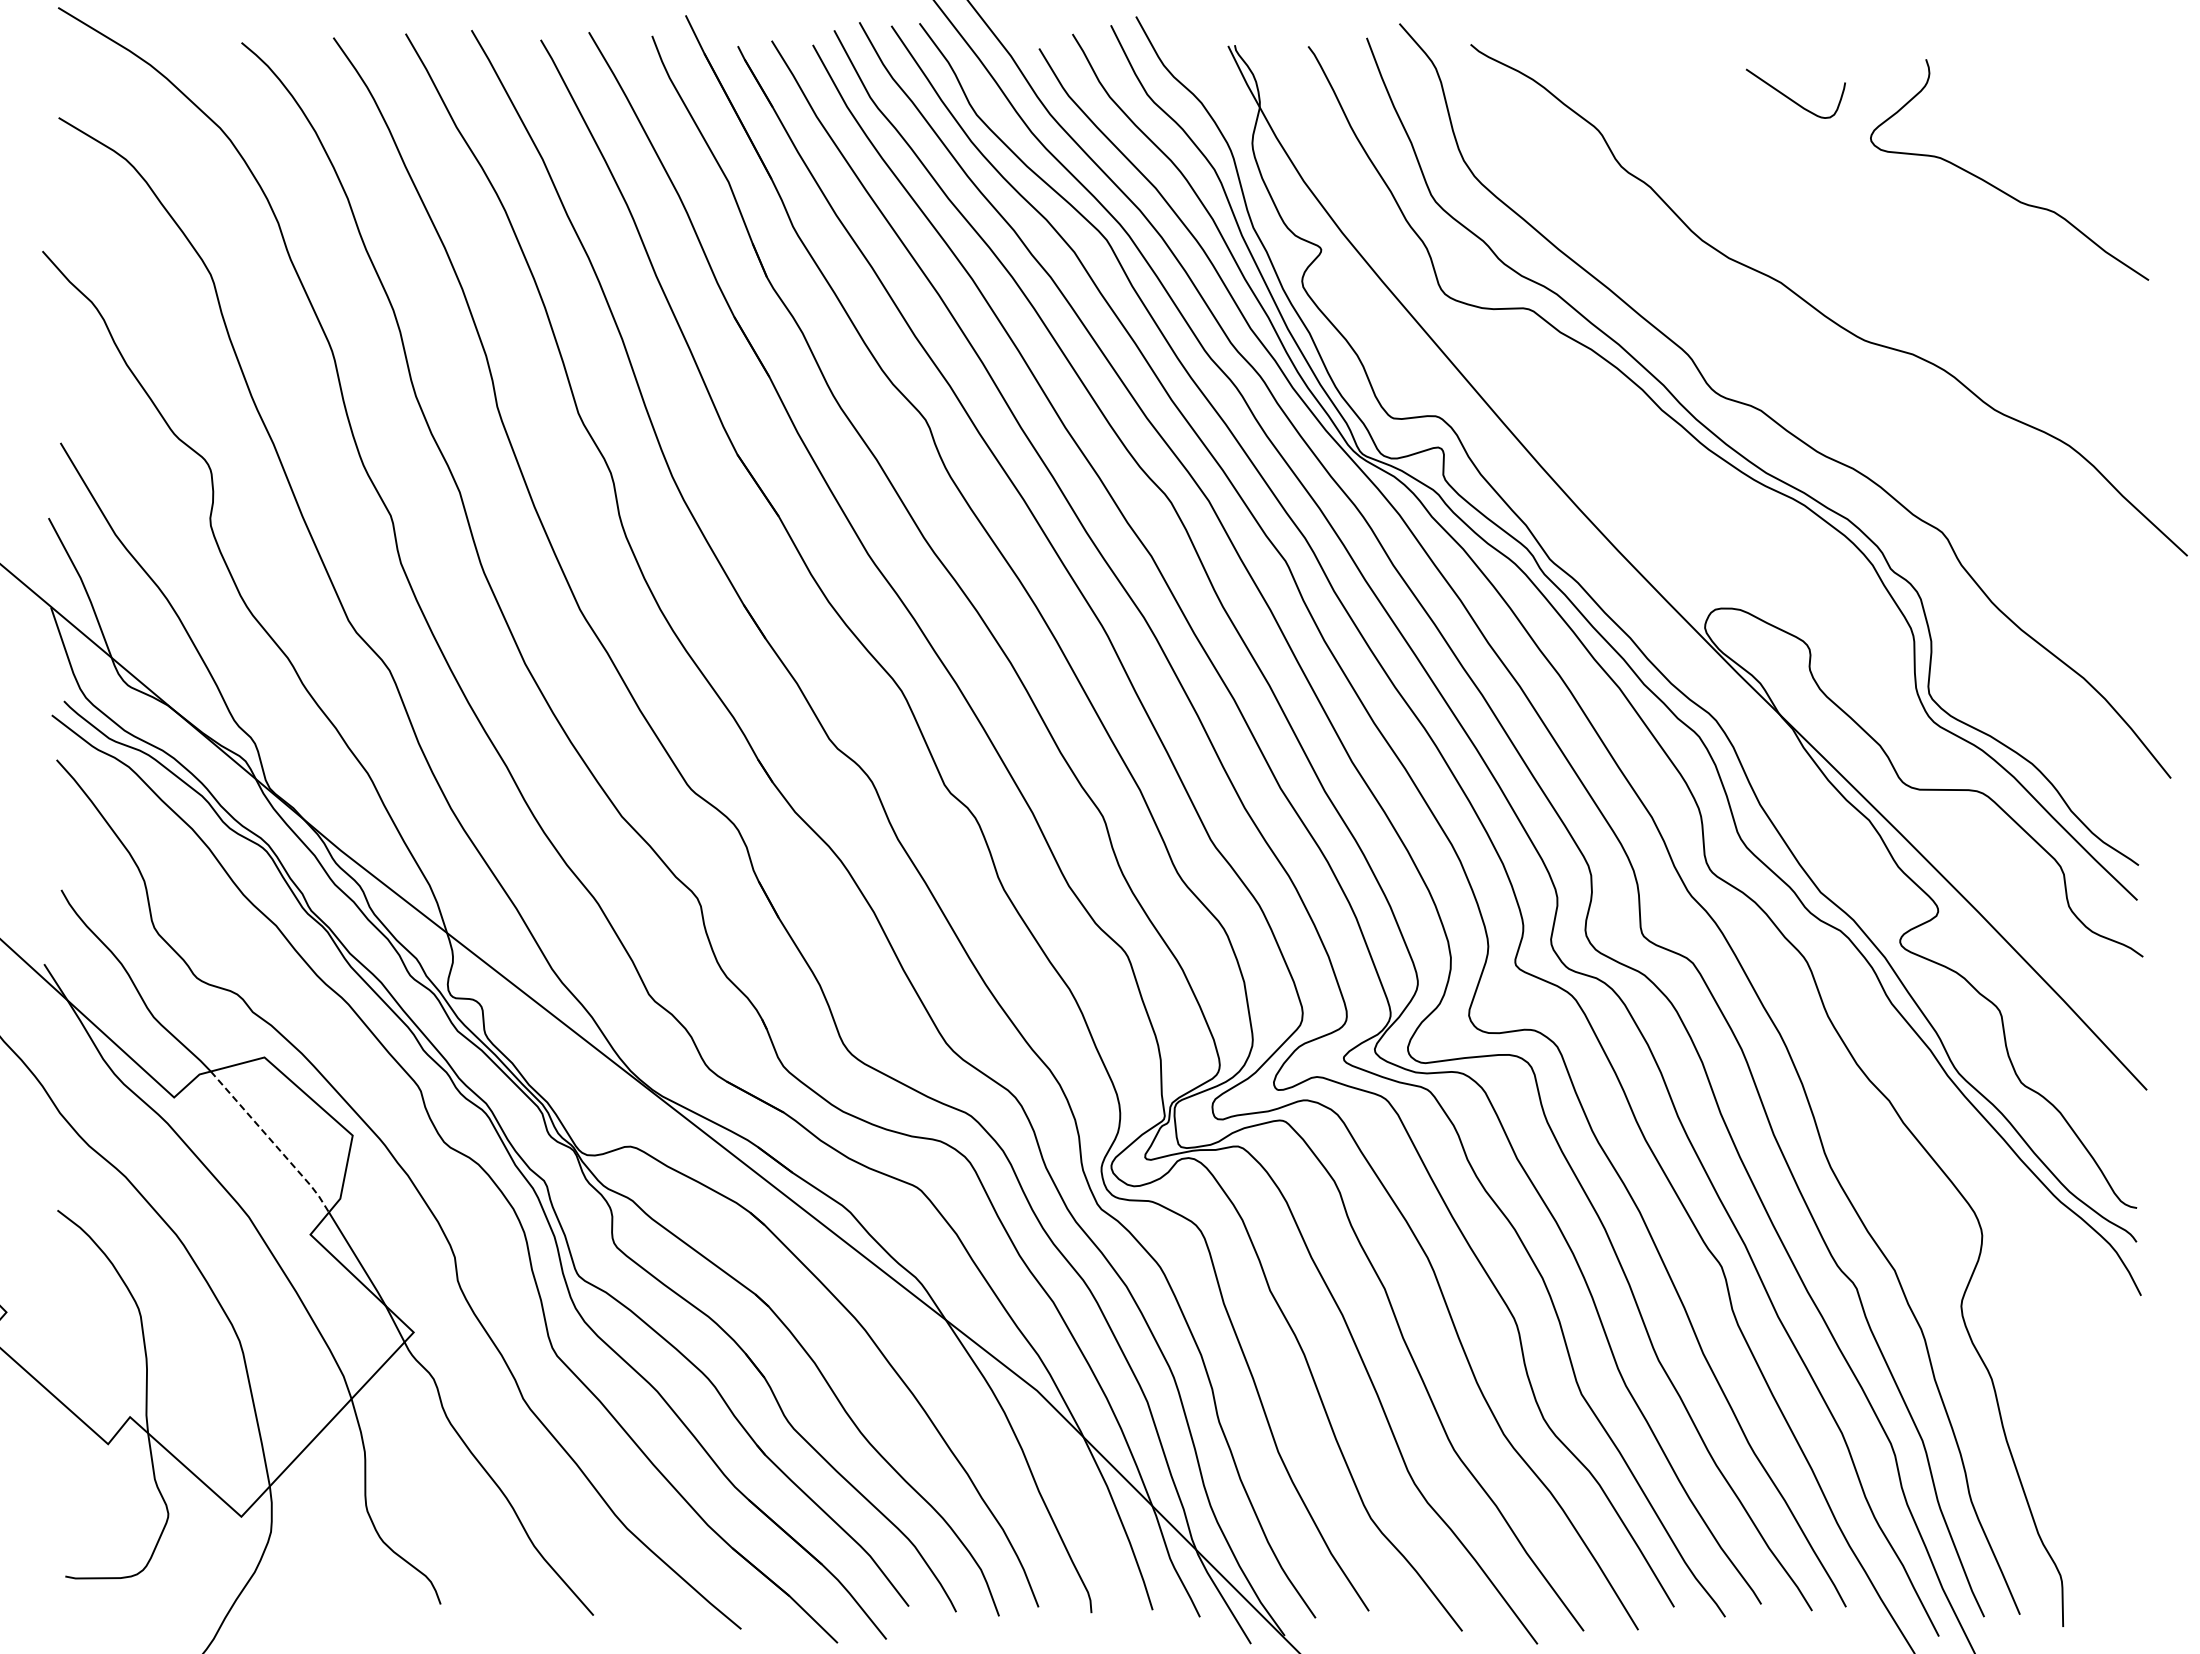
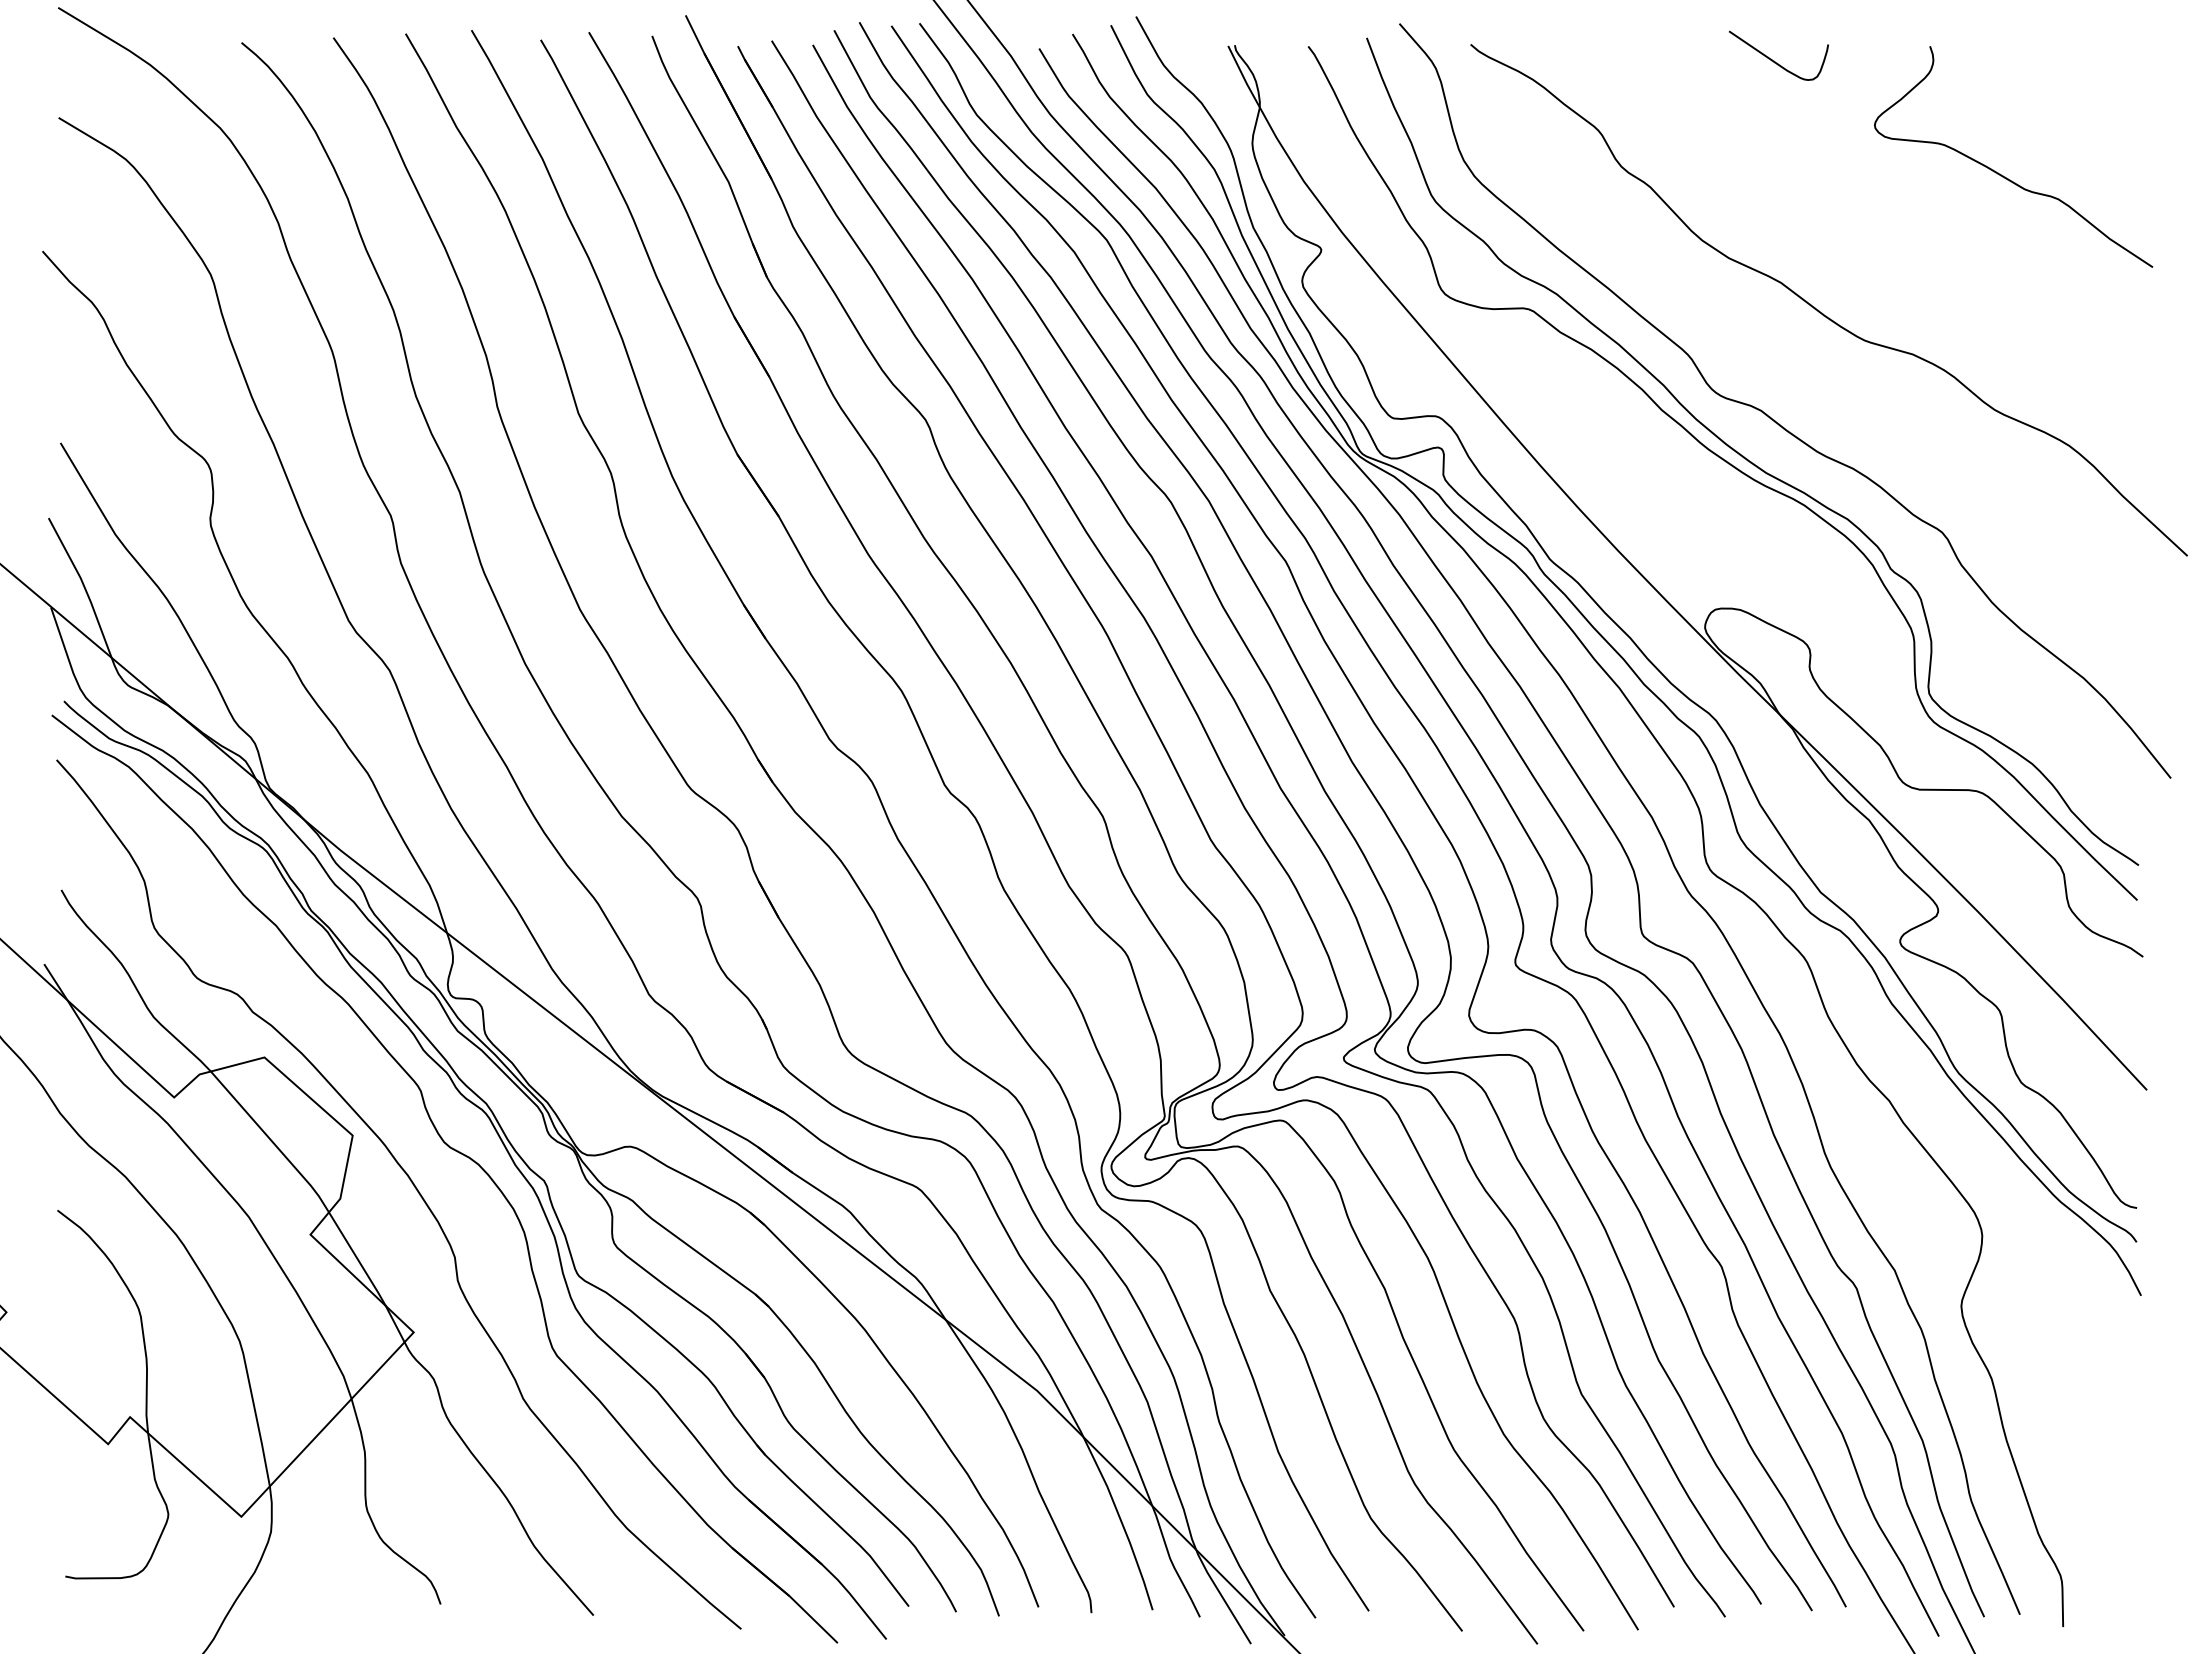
curve at (1791, 98) position: (1791, 98) -> (1774, 60)
curve at (1999, 188) position: (1999, 188) -> (2003, 175)
line at (272, 1142): dashed -> solid
